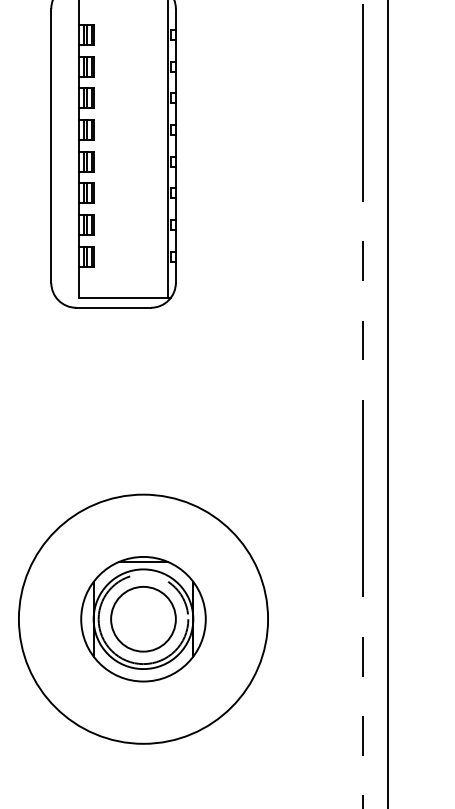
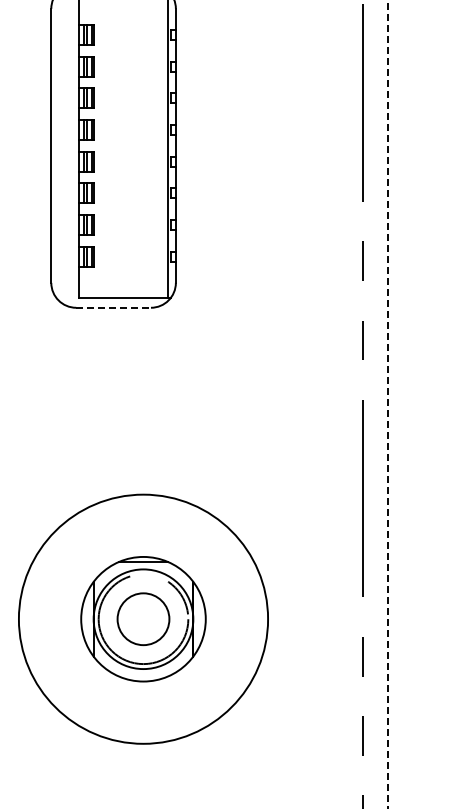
line at (114, 307): solid -> dashed
line at (387, 404): solid -> dashed
circle at (143, 618) diameter: 65 px -> 52 px
